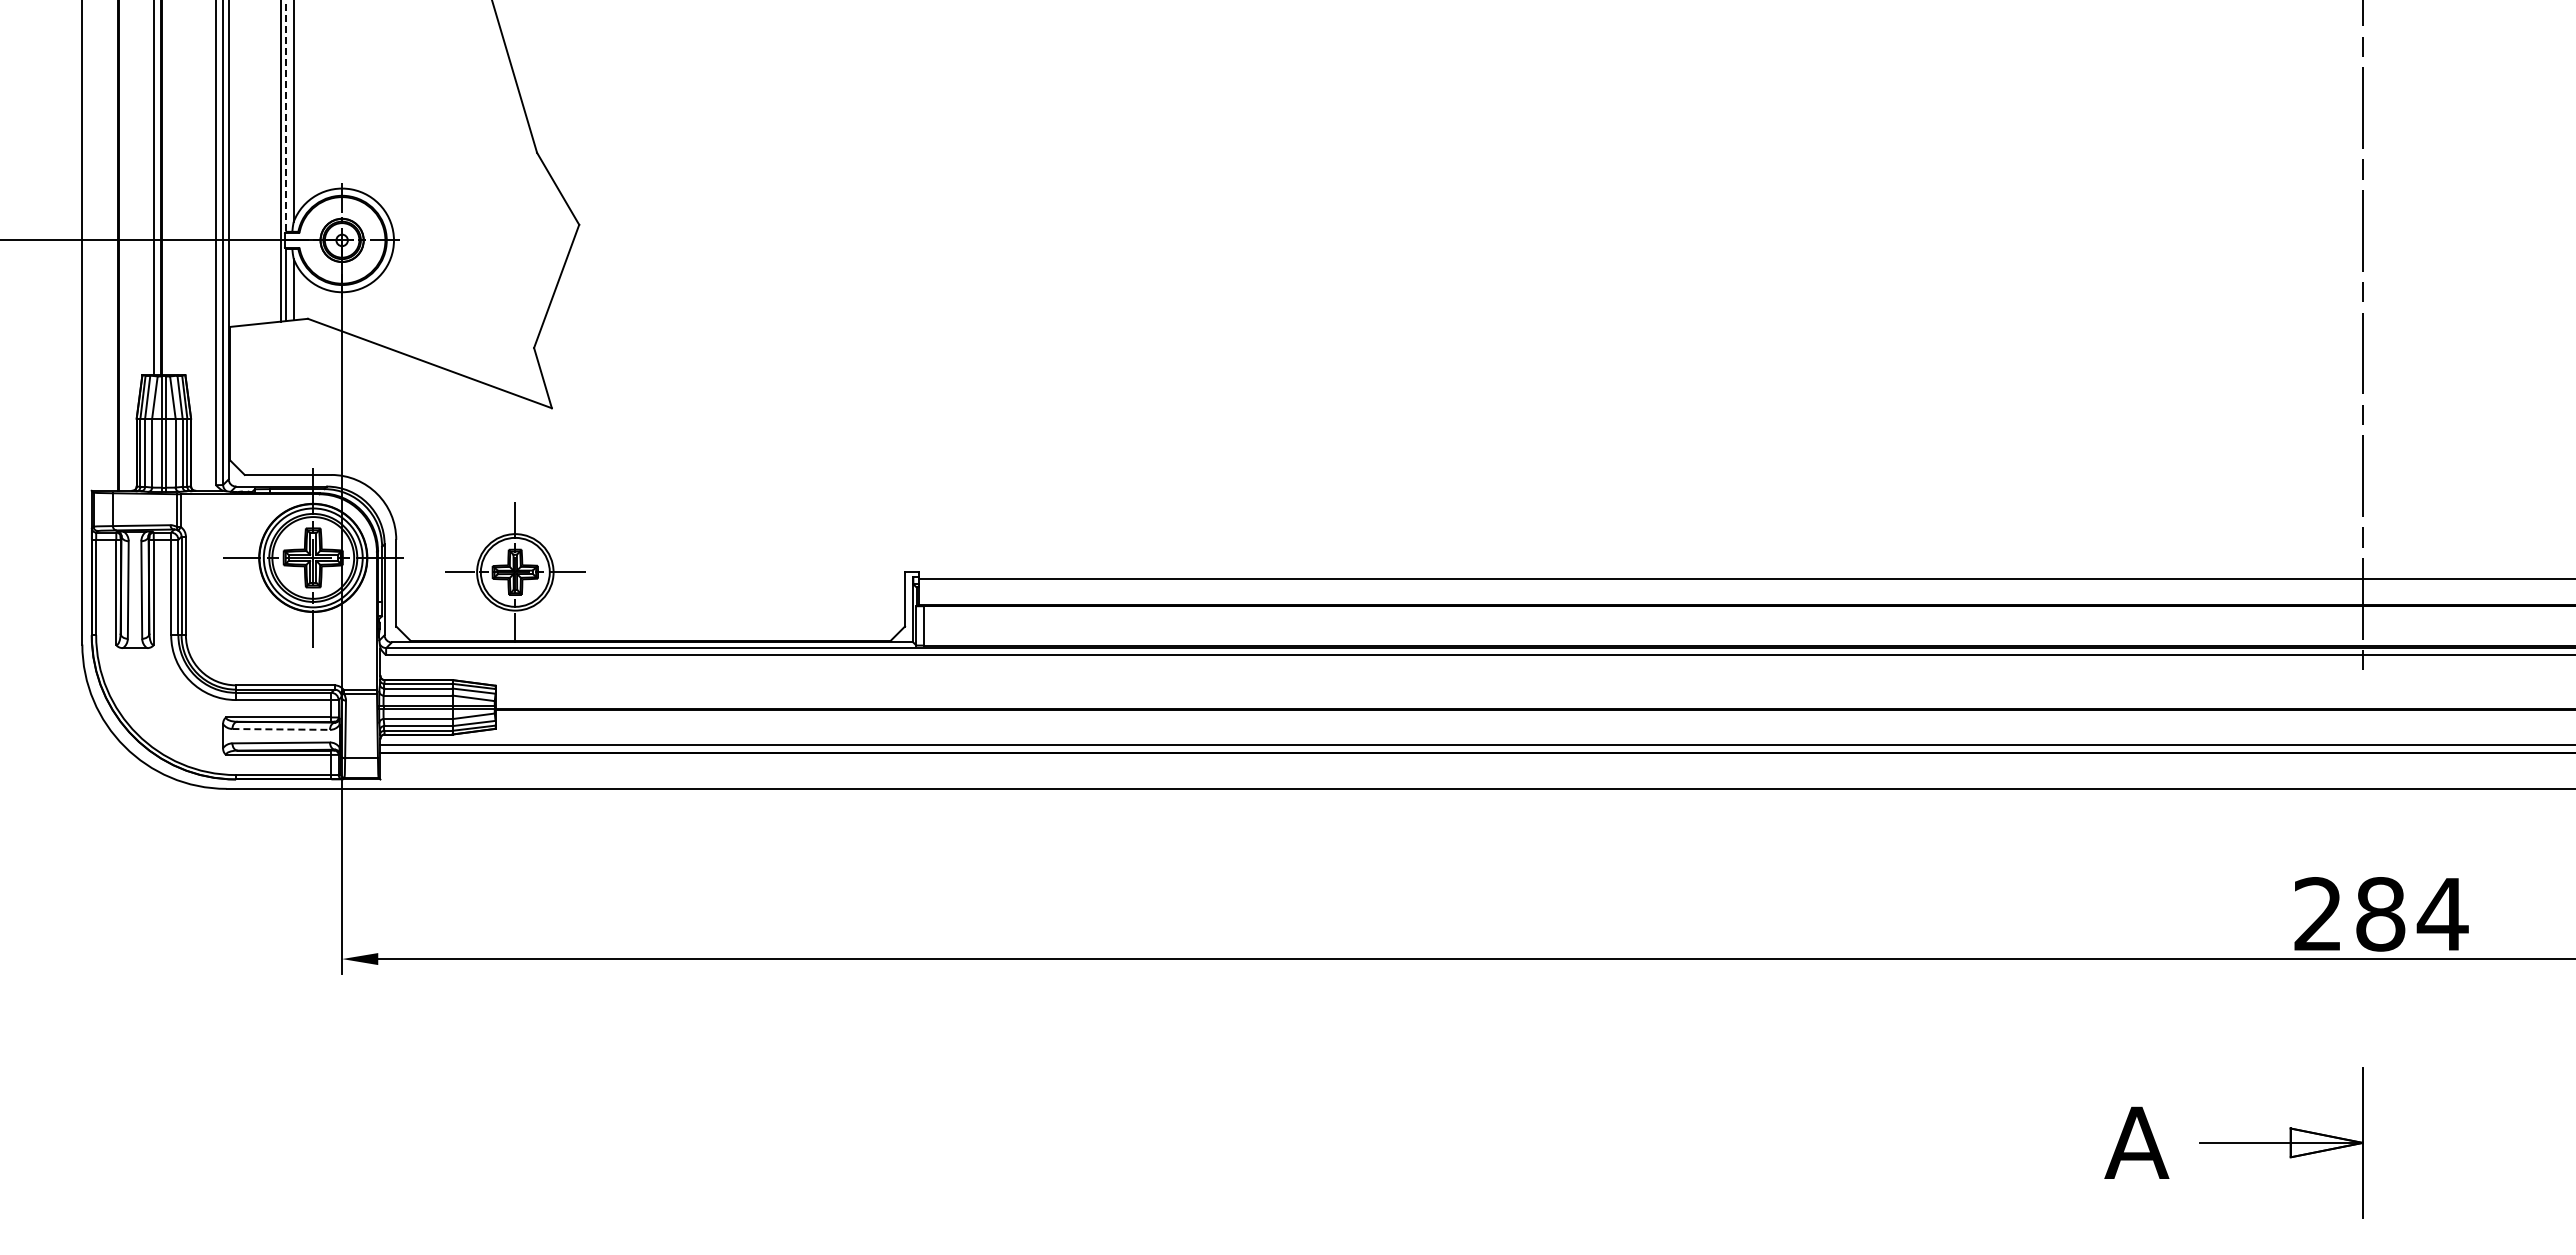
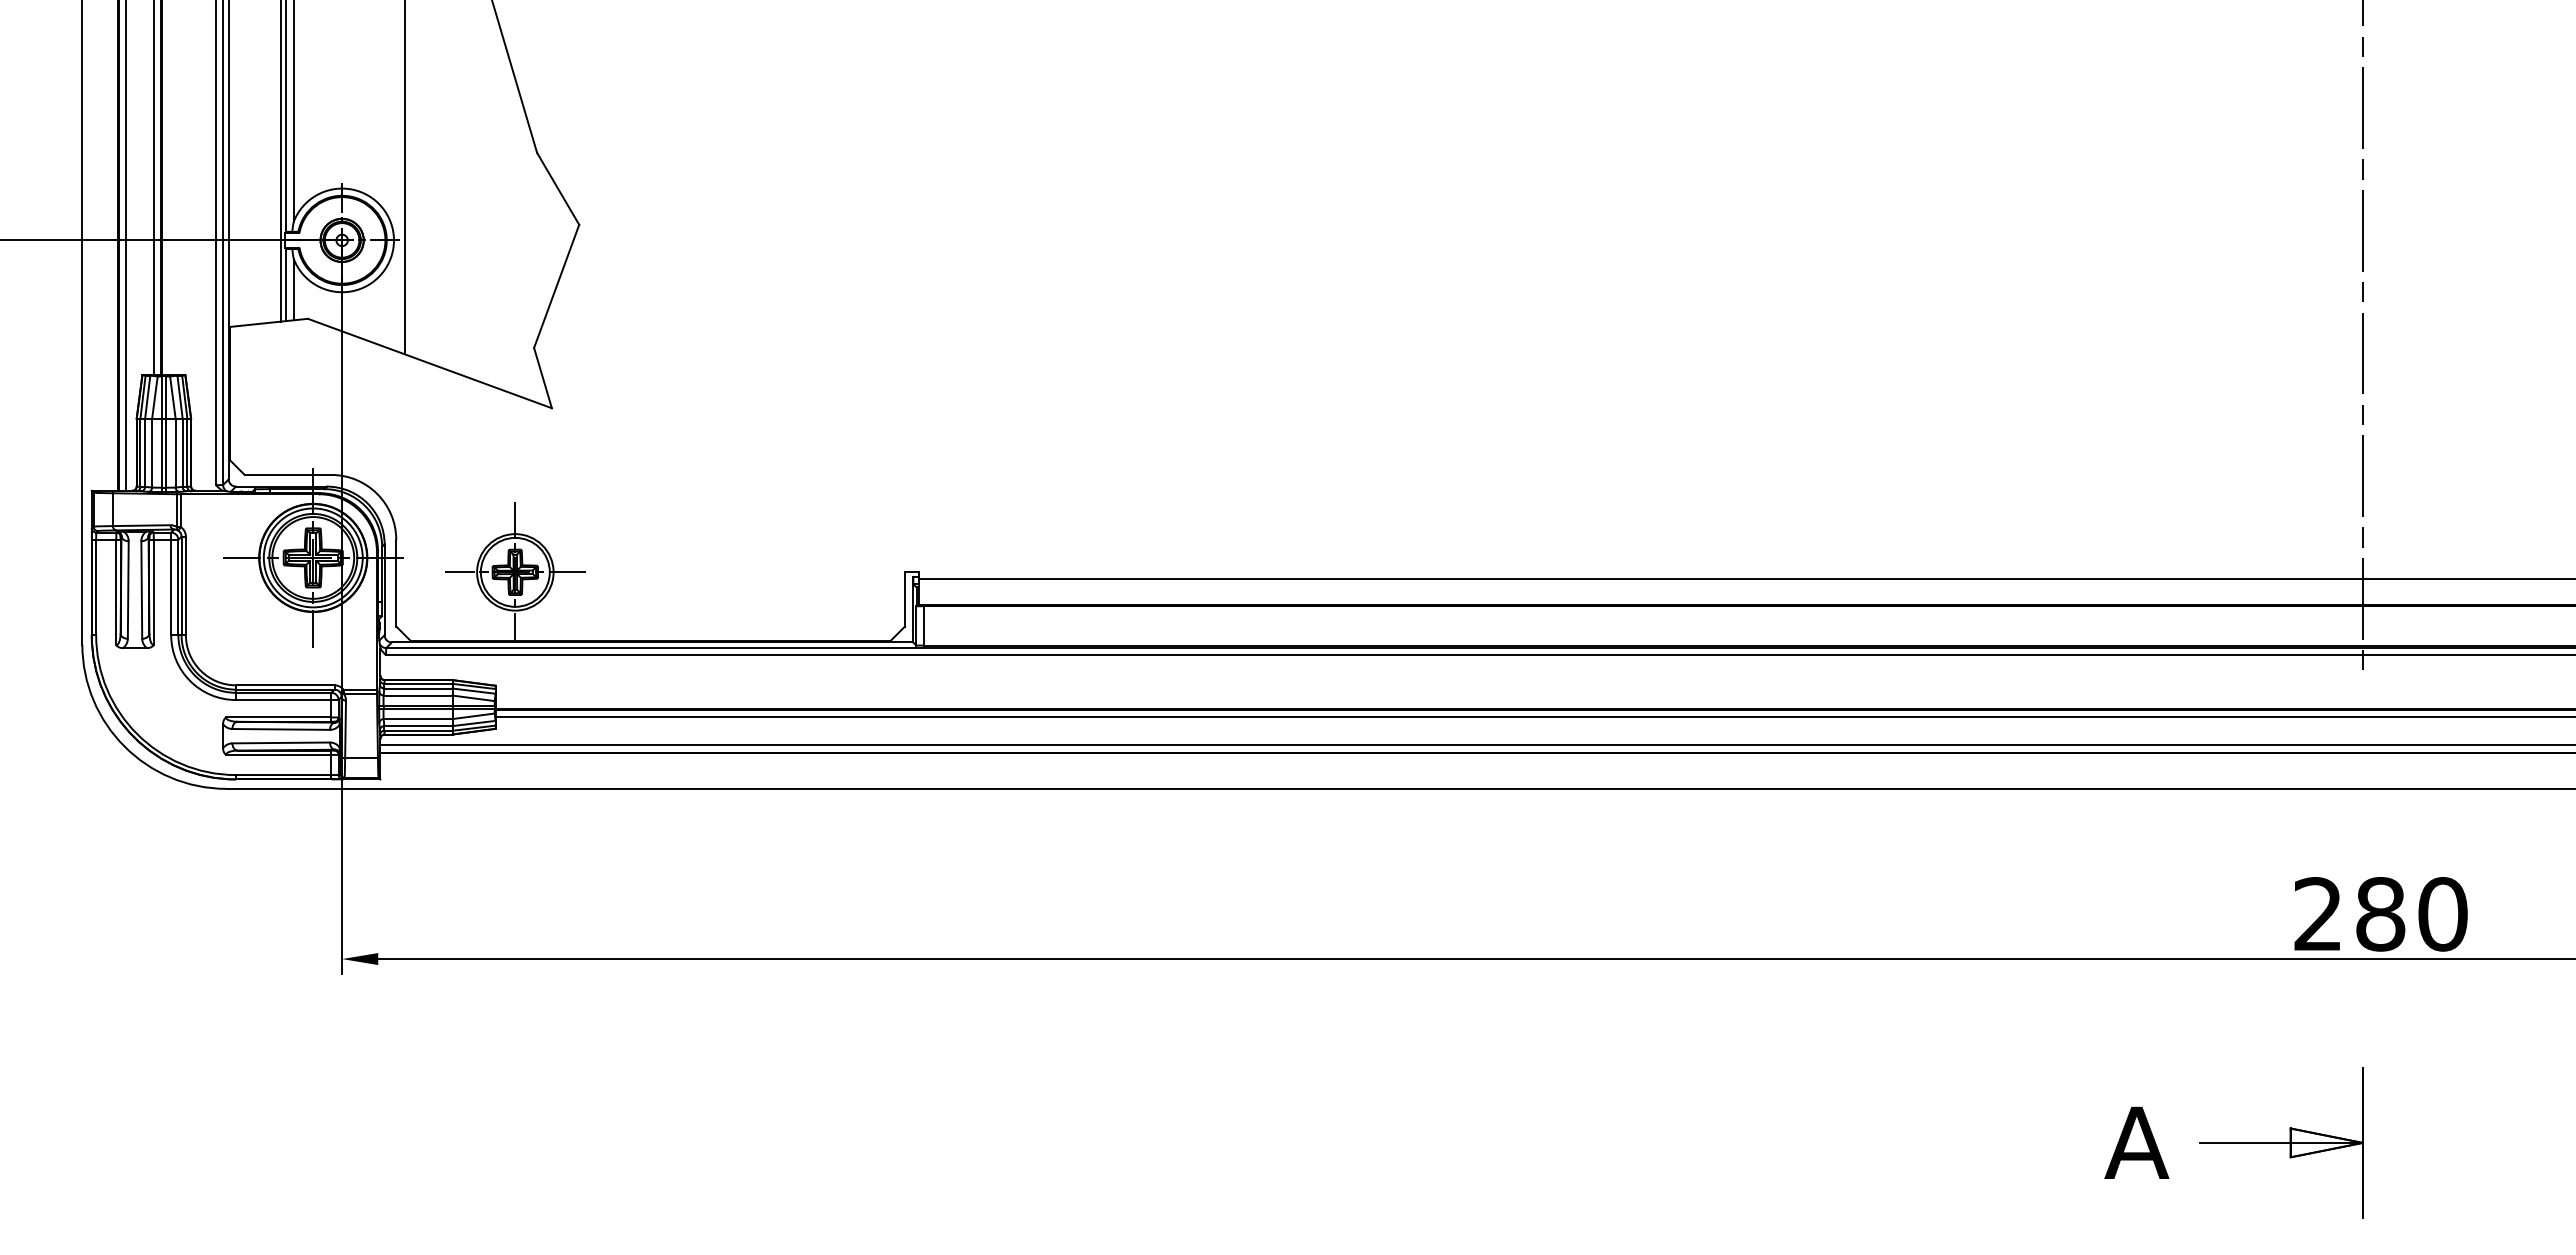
line at (286, 116): dashed -> solid
line at (405, 178): none -> present
line at (125, 246): none -> present
line at (1533, 716): none -> present
line at (281, 729): dashed -> solid
text at (2442, 914): 284 -> 280
